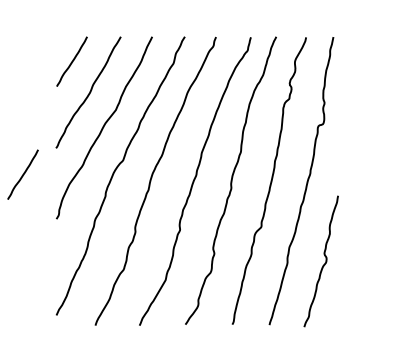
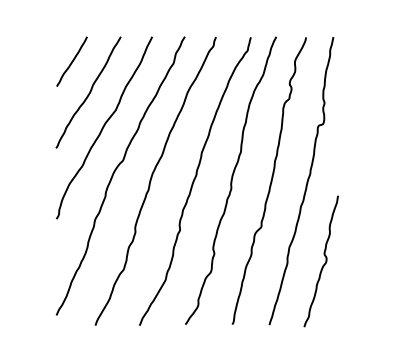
line at (22, 174): present -> none
